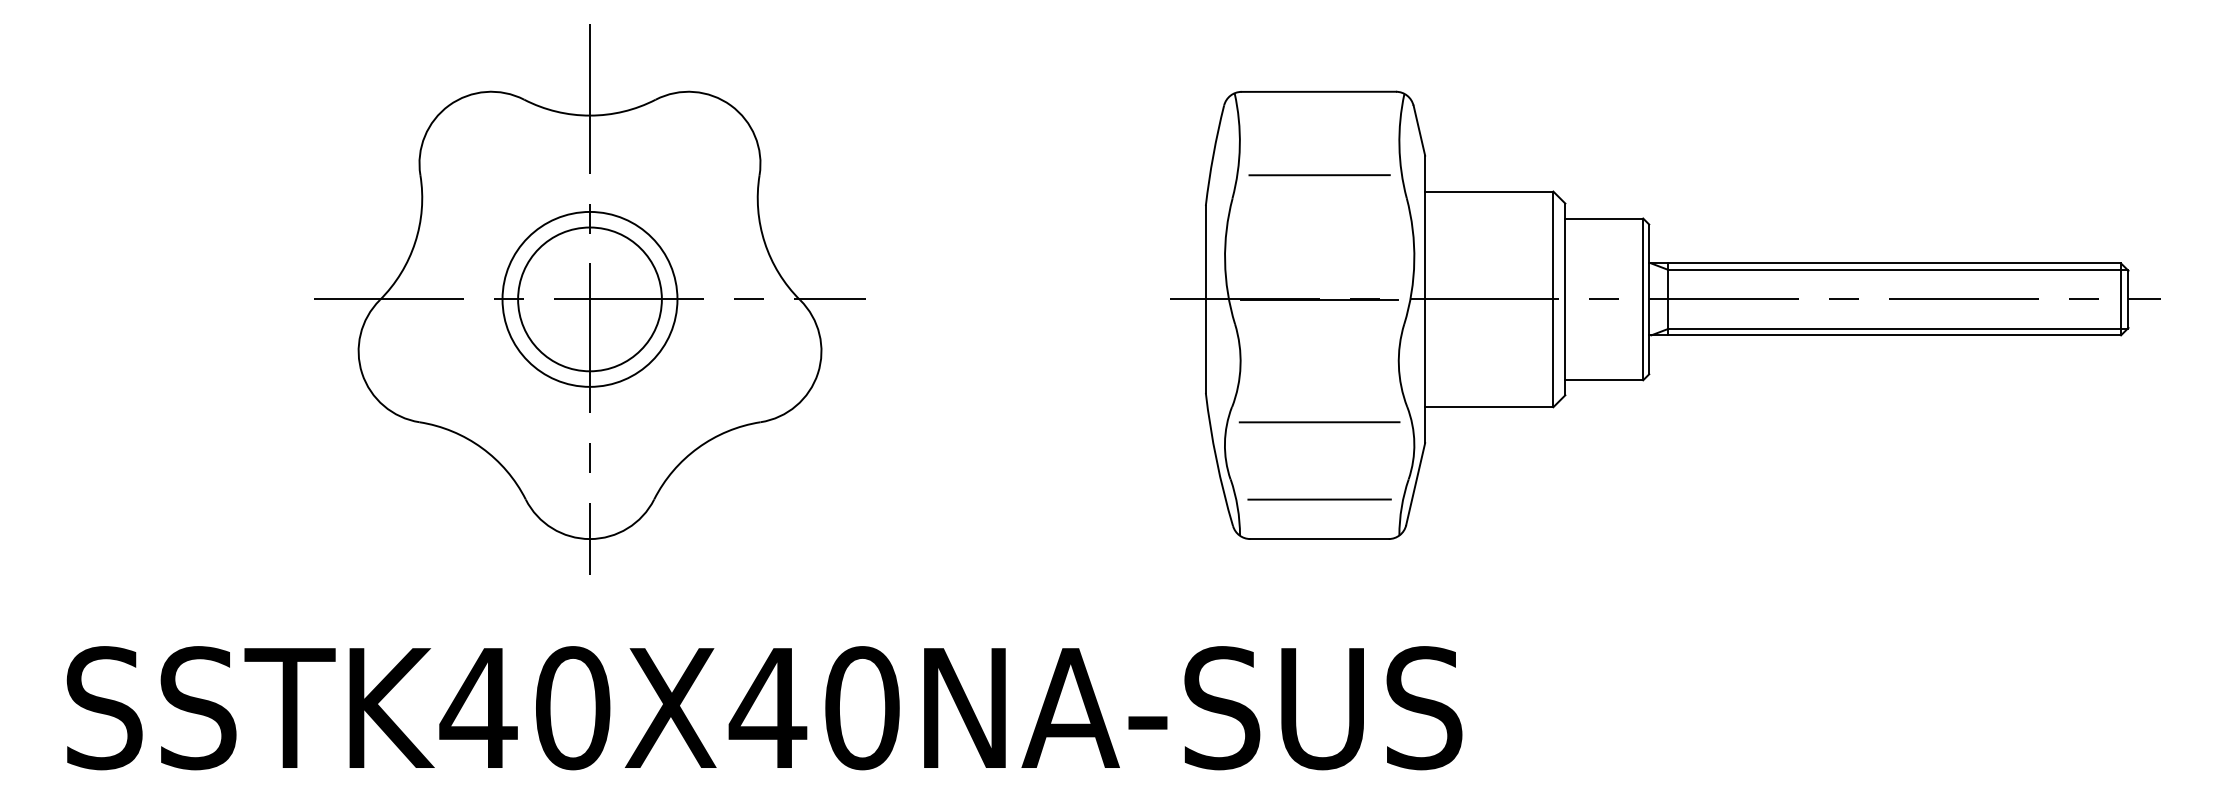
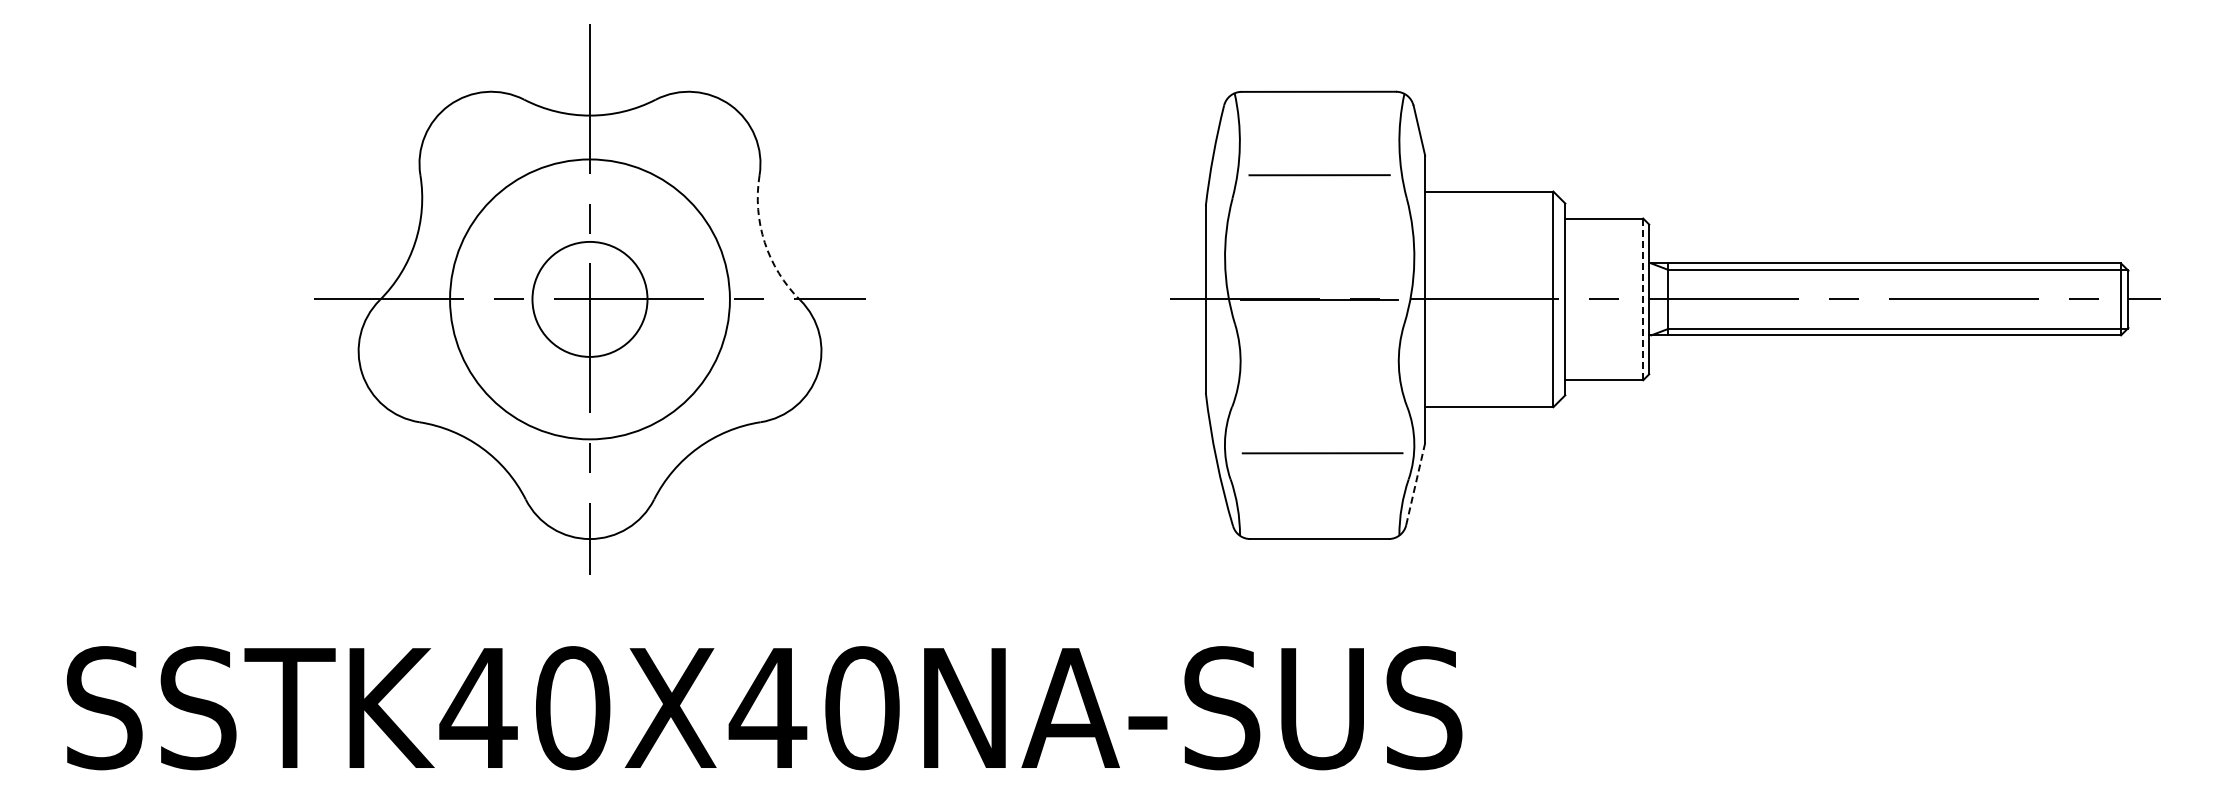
arc at (764, 242): solid -> dashed
circle at (589, 298) diameter: 175 px -> 280 px
circle at (589, 299) diameter: 144 px -> 115 px
line at (1643, 299): solid -> dashed
line at (1319, 422) position: (1319, 422) -> (1322, 453)
line at (1415, 484): solid -> dashed
line at (1319, 499): present -> none
